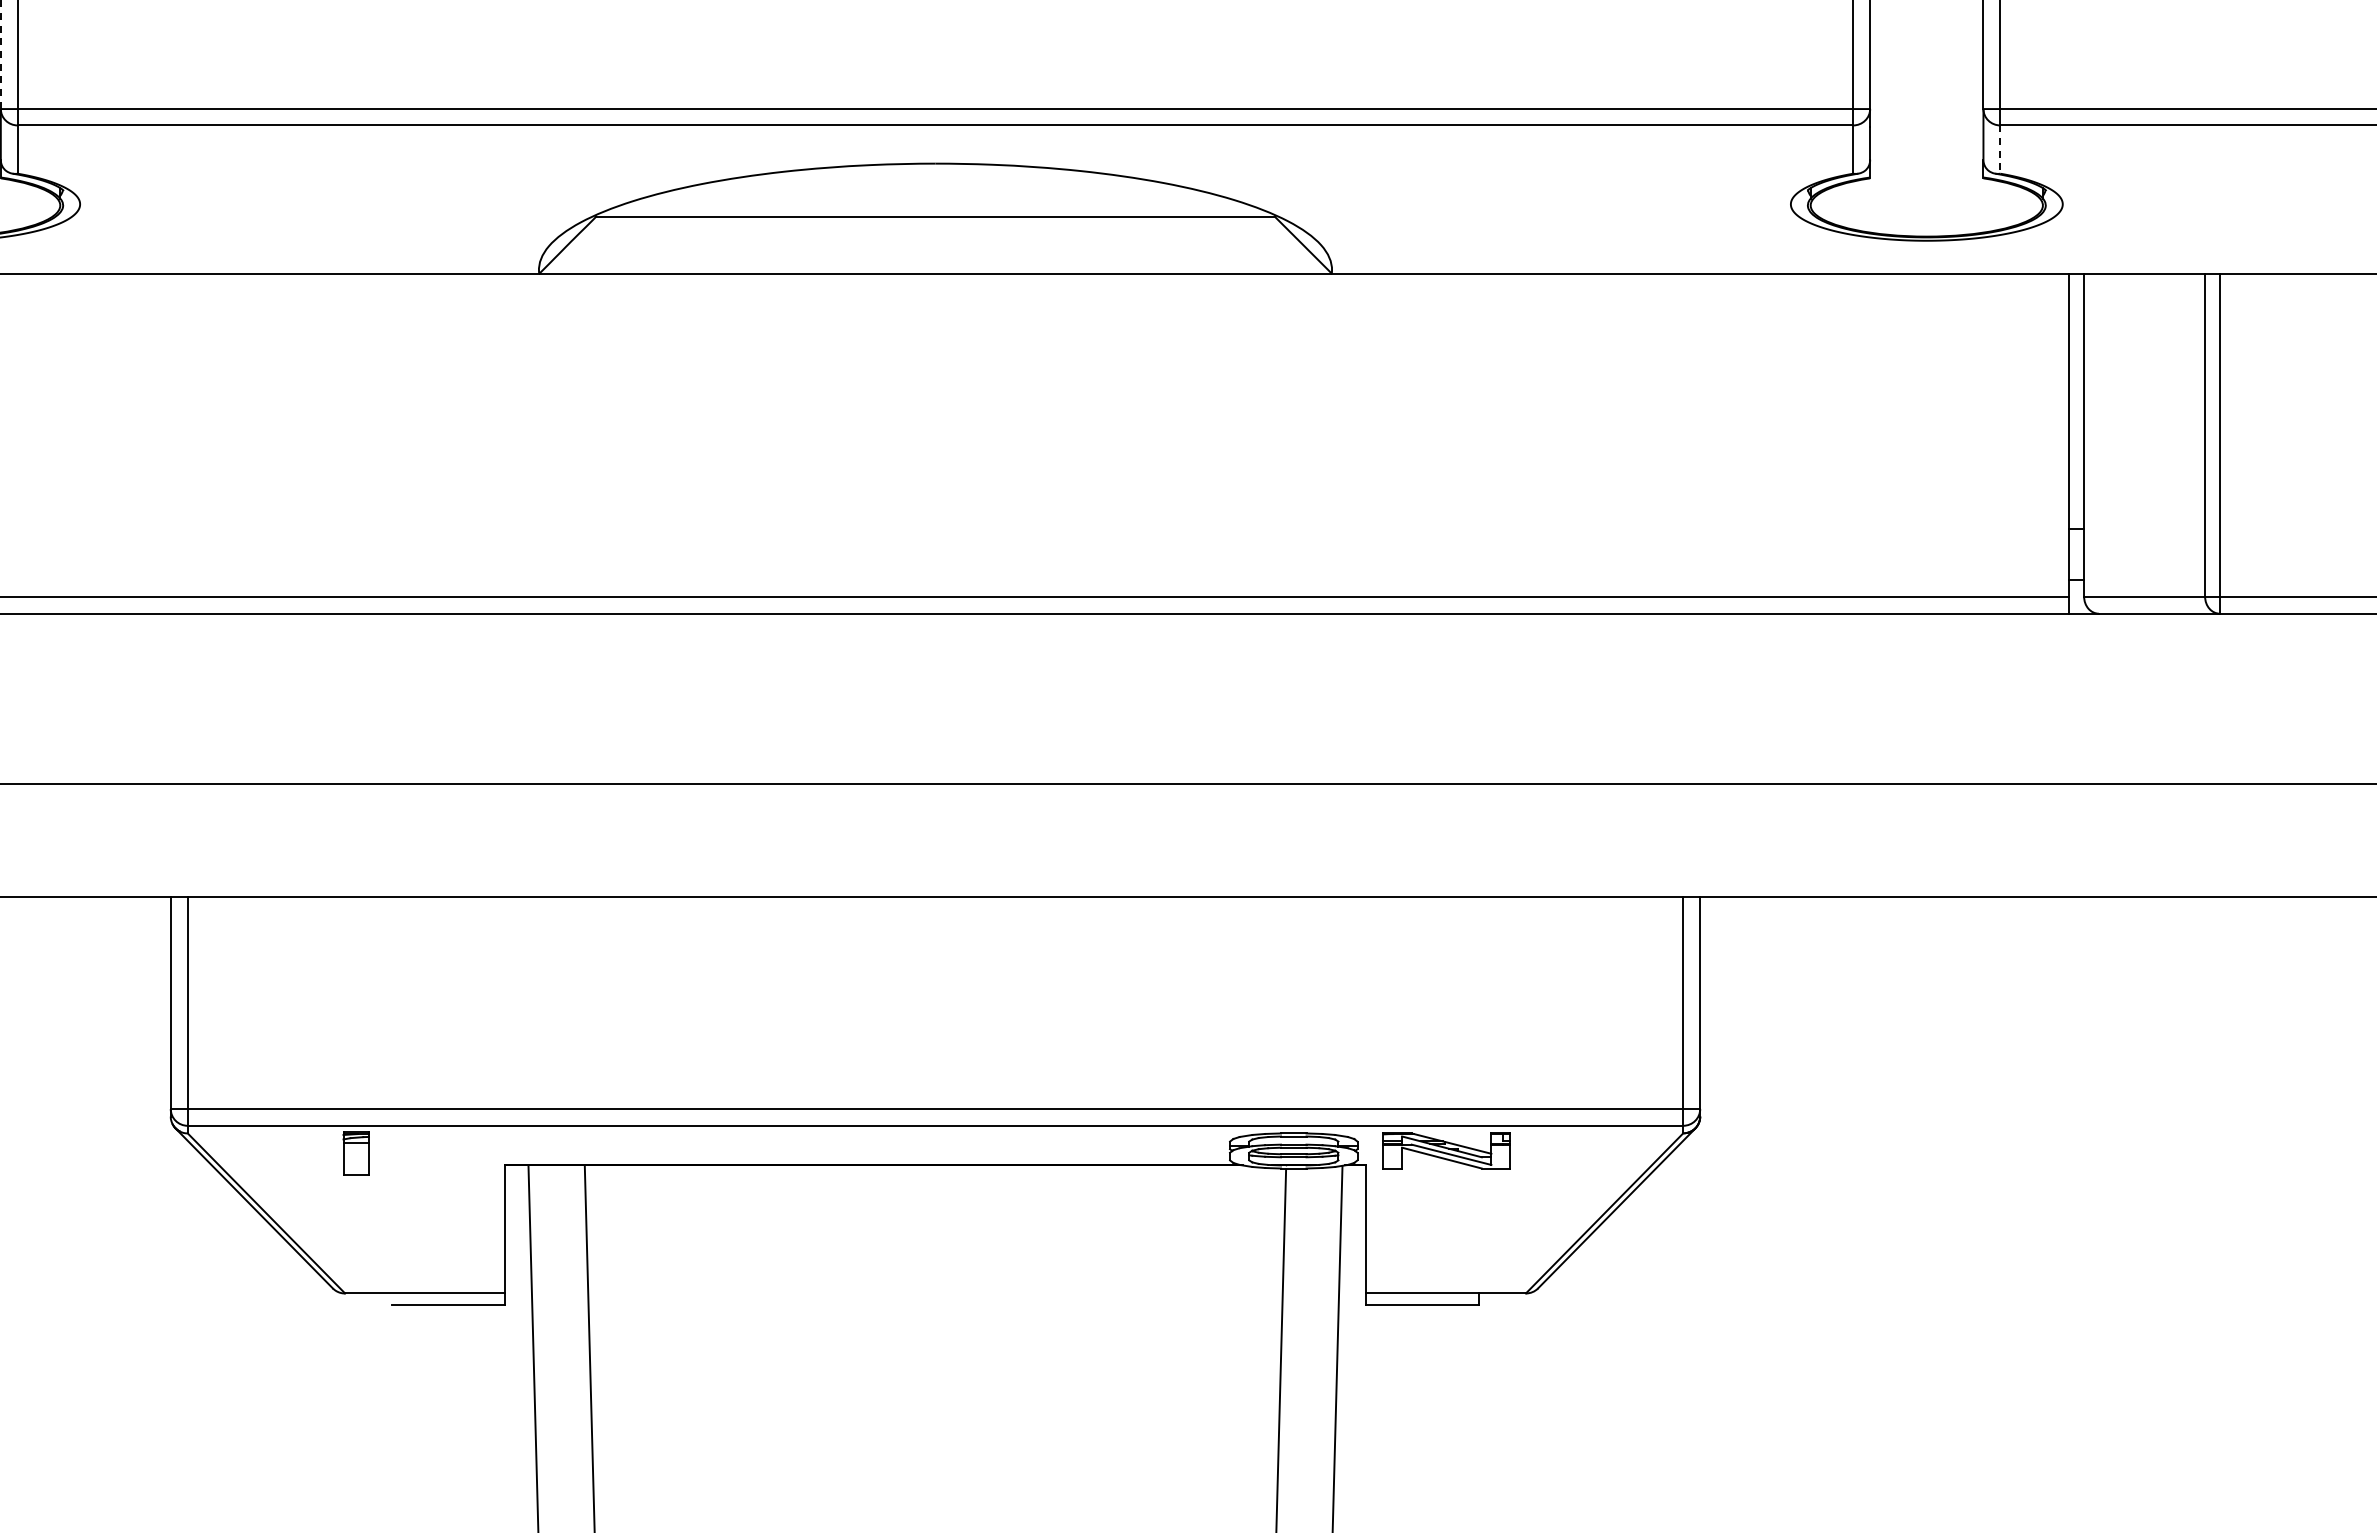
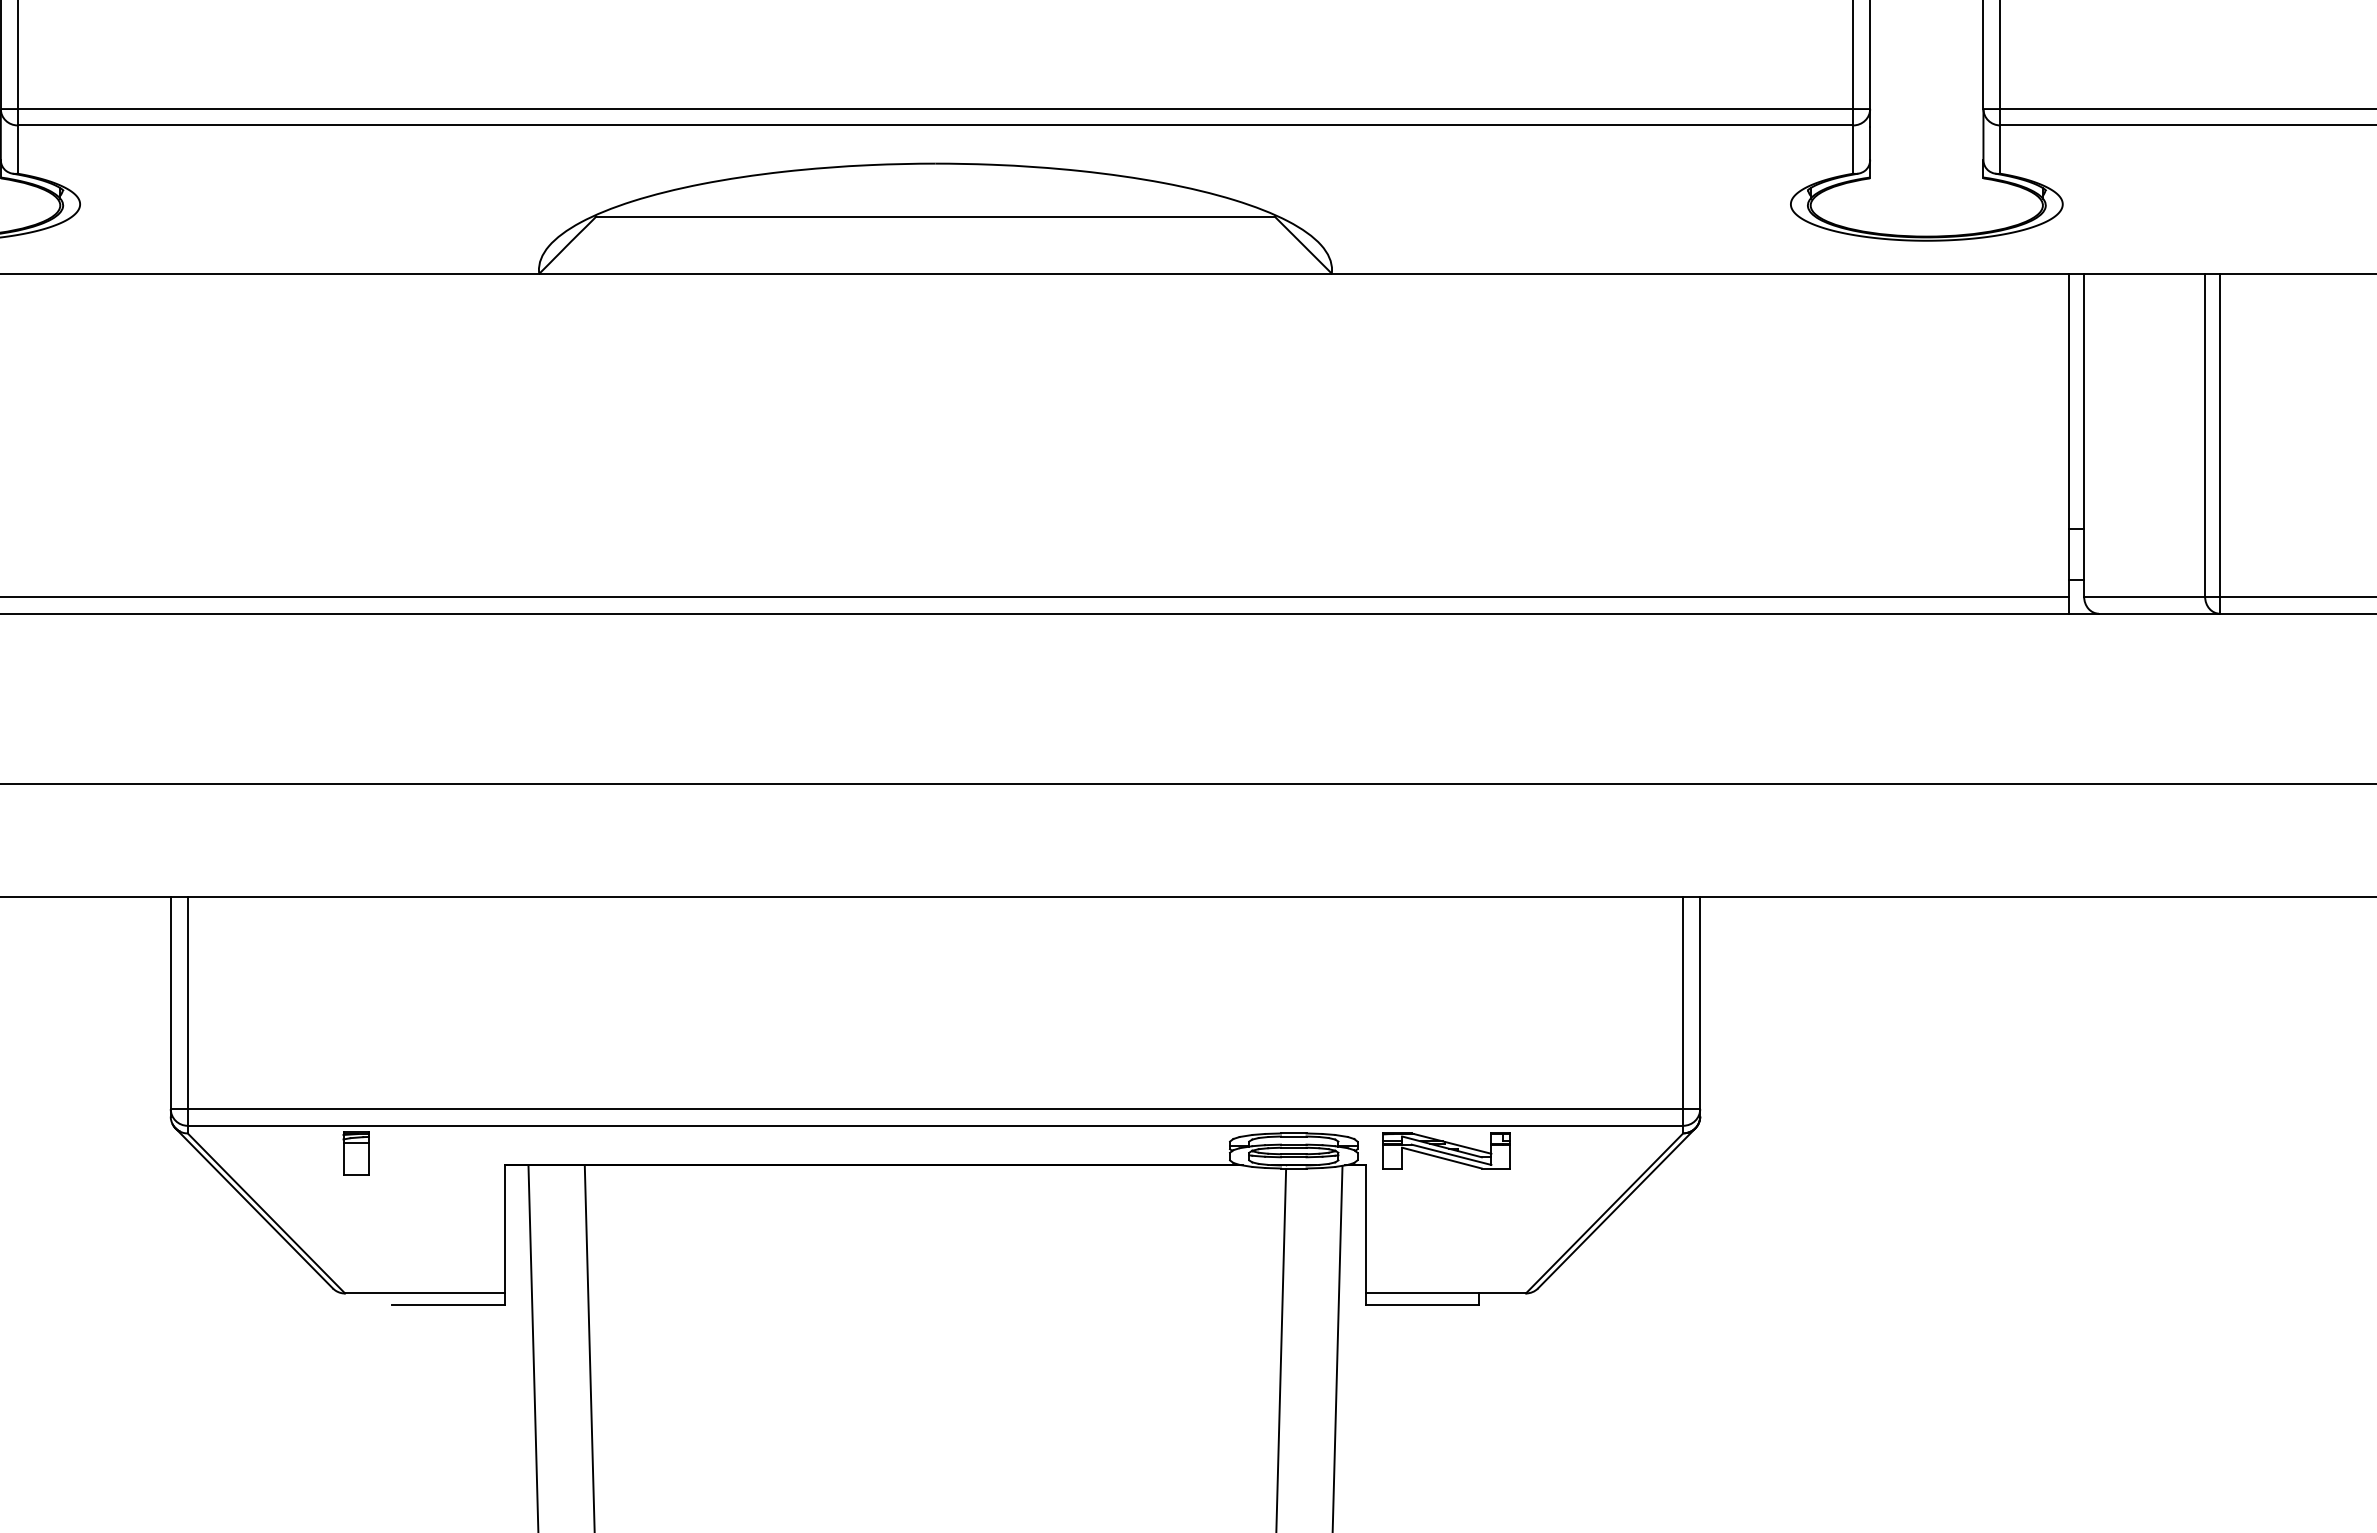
line at (0, 55): dashed -> solid
line at (2000, 150): dashed -> solid
